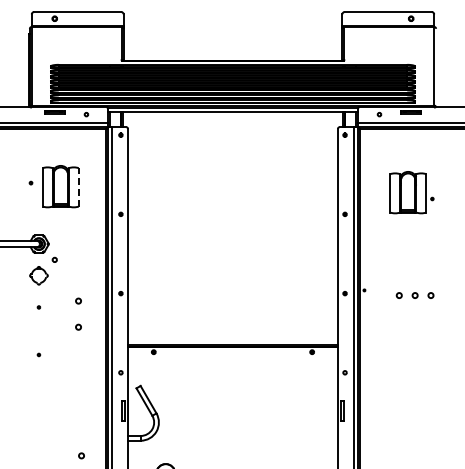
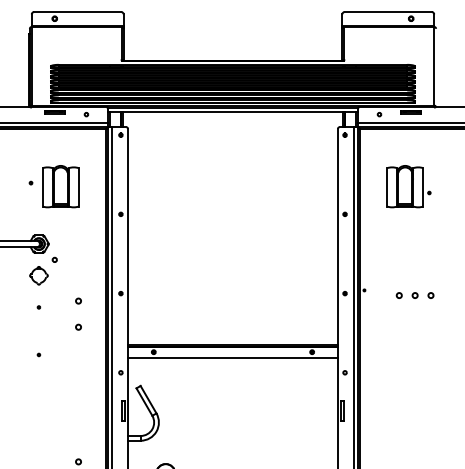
line at (78, 186): dashed -> solid
part at (411, 192) position: (411, 192) -> (408, 186)
line at (232, 357): none -> present
circle at (81, 455) position: (81, 455) -> (78, 461)
